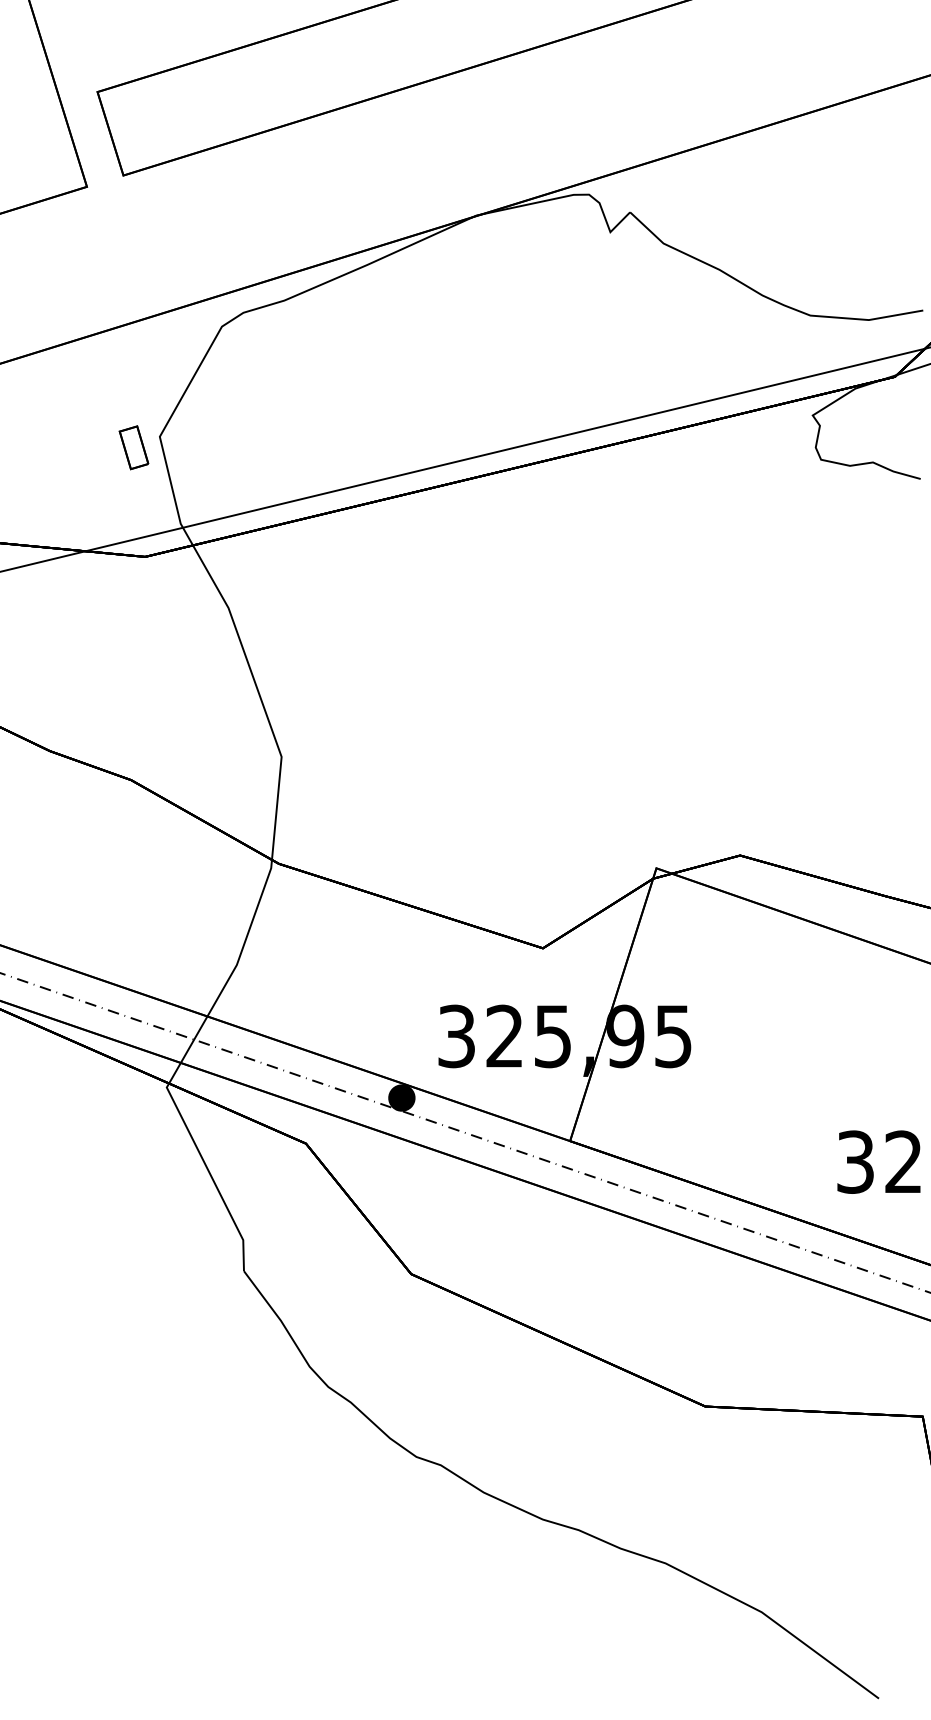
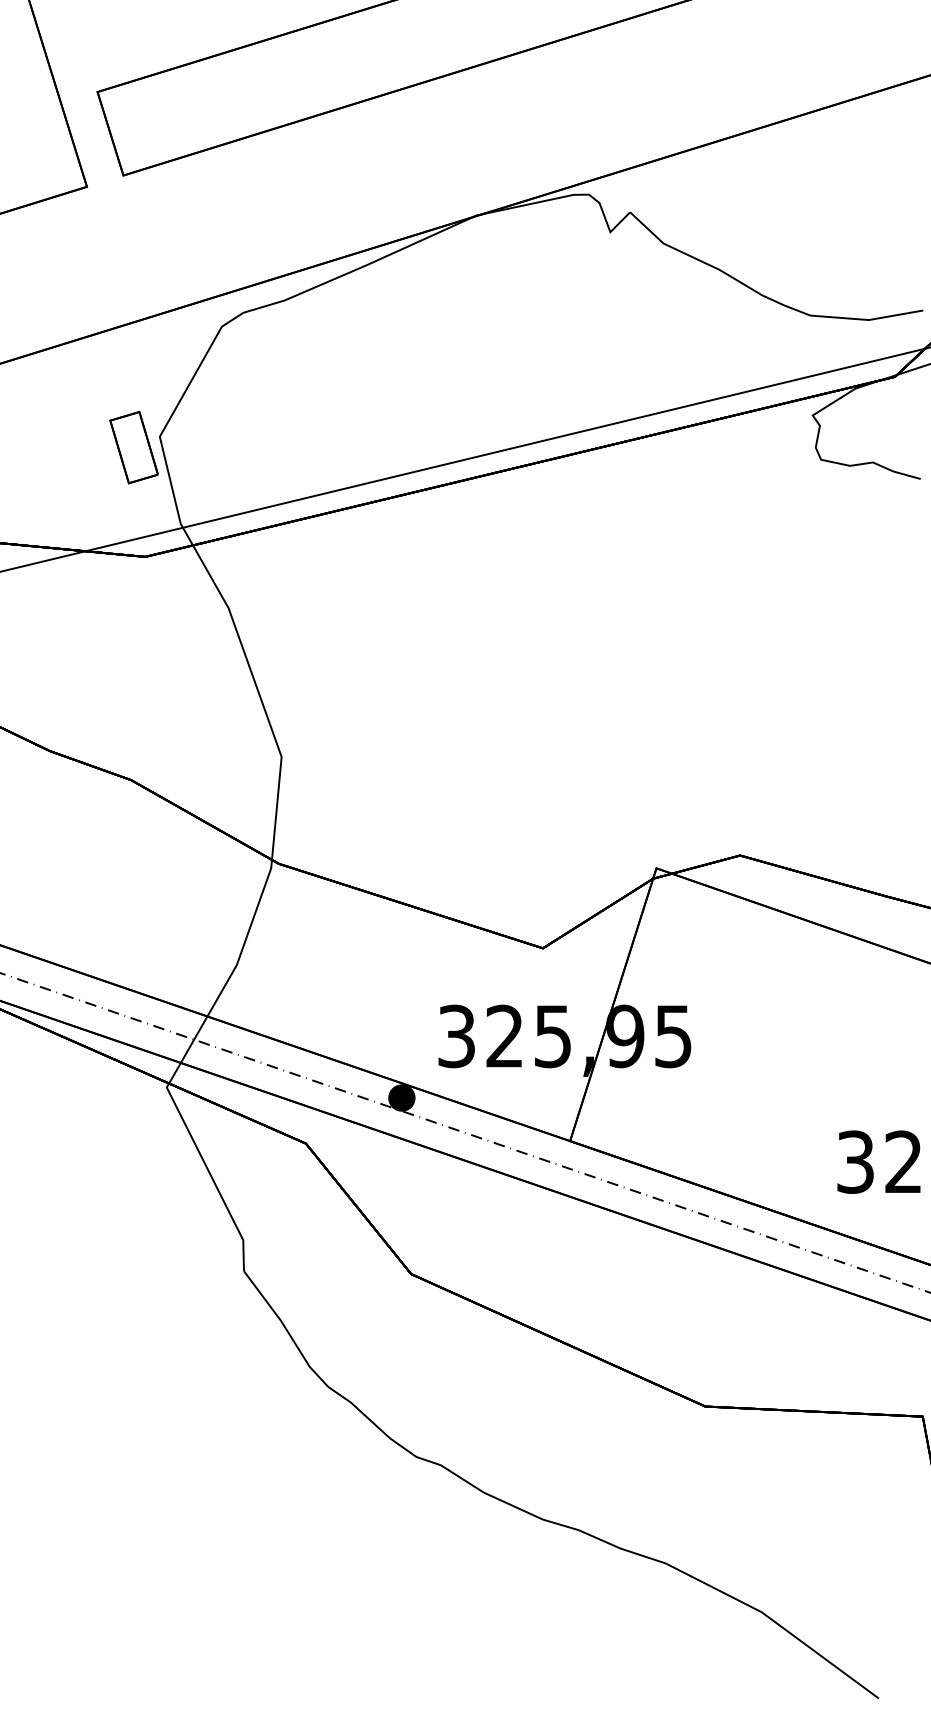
part at (133, 447) size: 32x46 px -> 50x74 px
